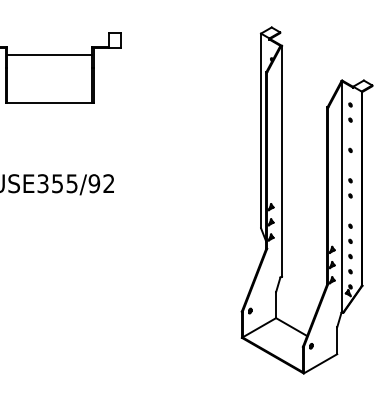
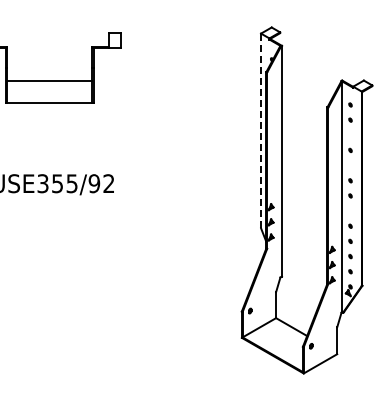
line at (49, 55) position: (49, 55) -> (49, 81)
line at (261, 130): solid -> dashed
